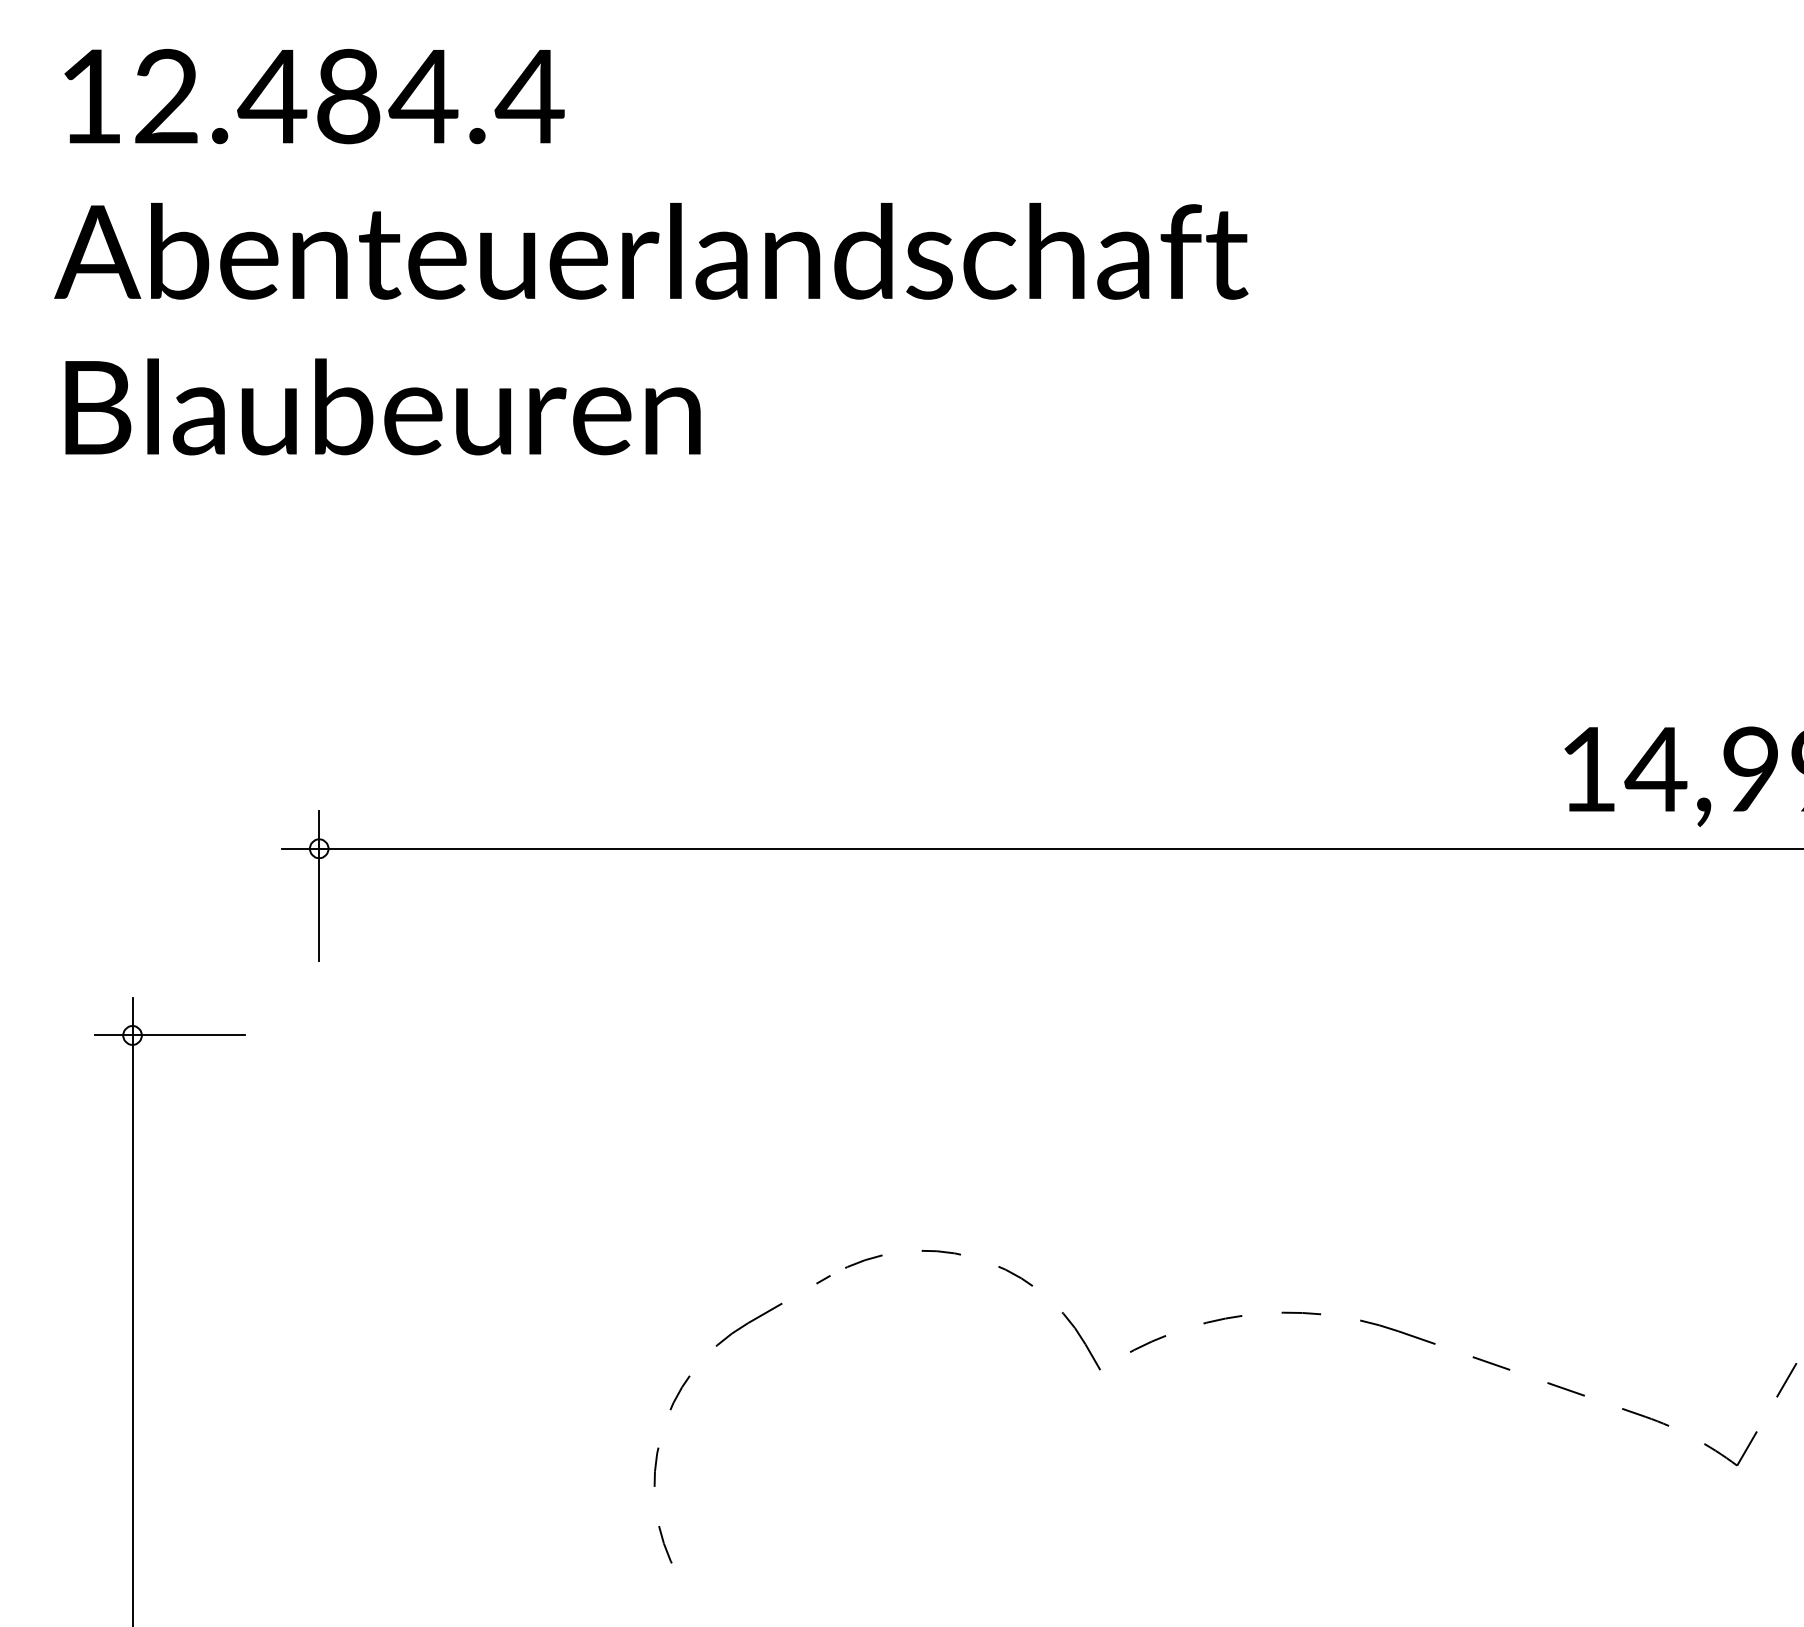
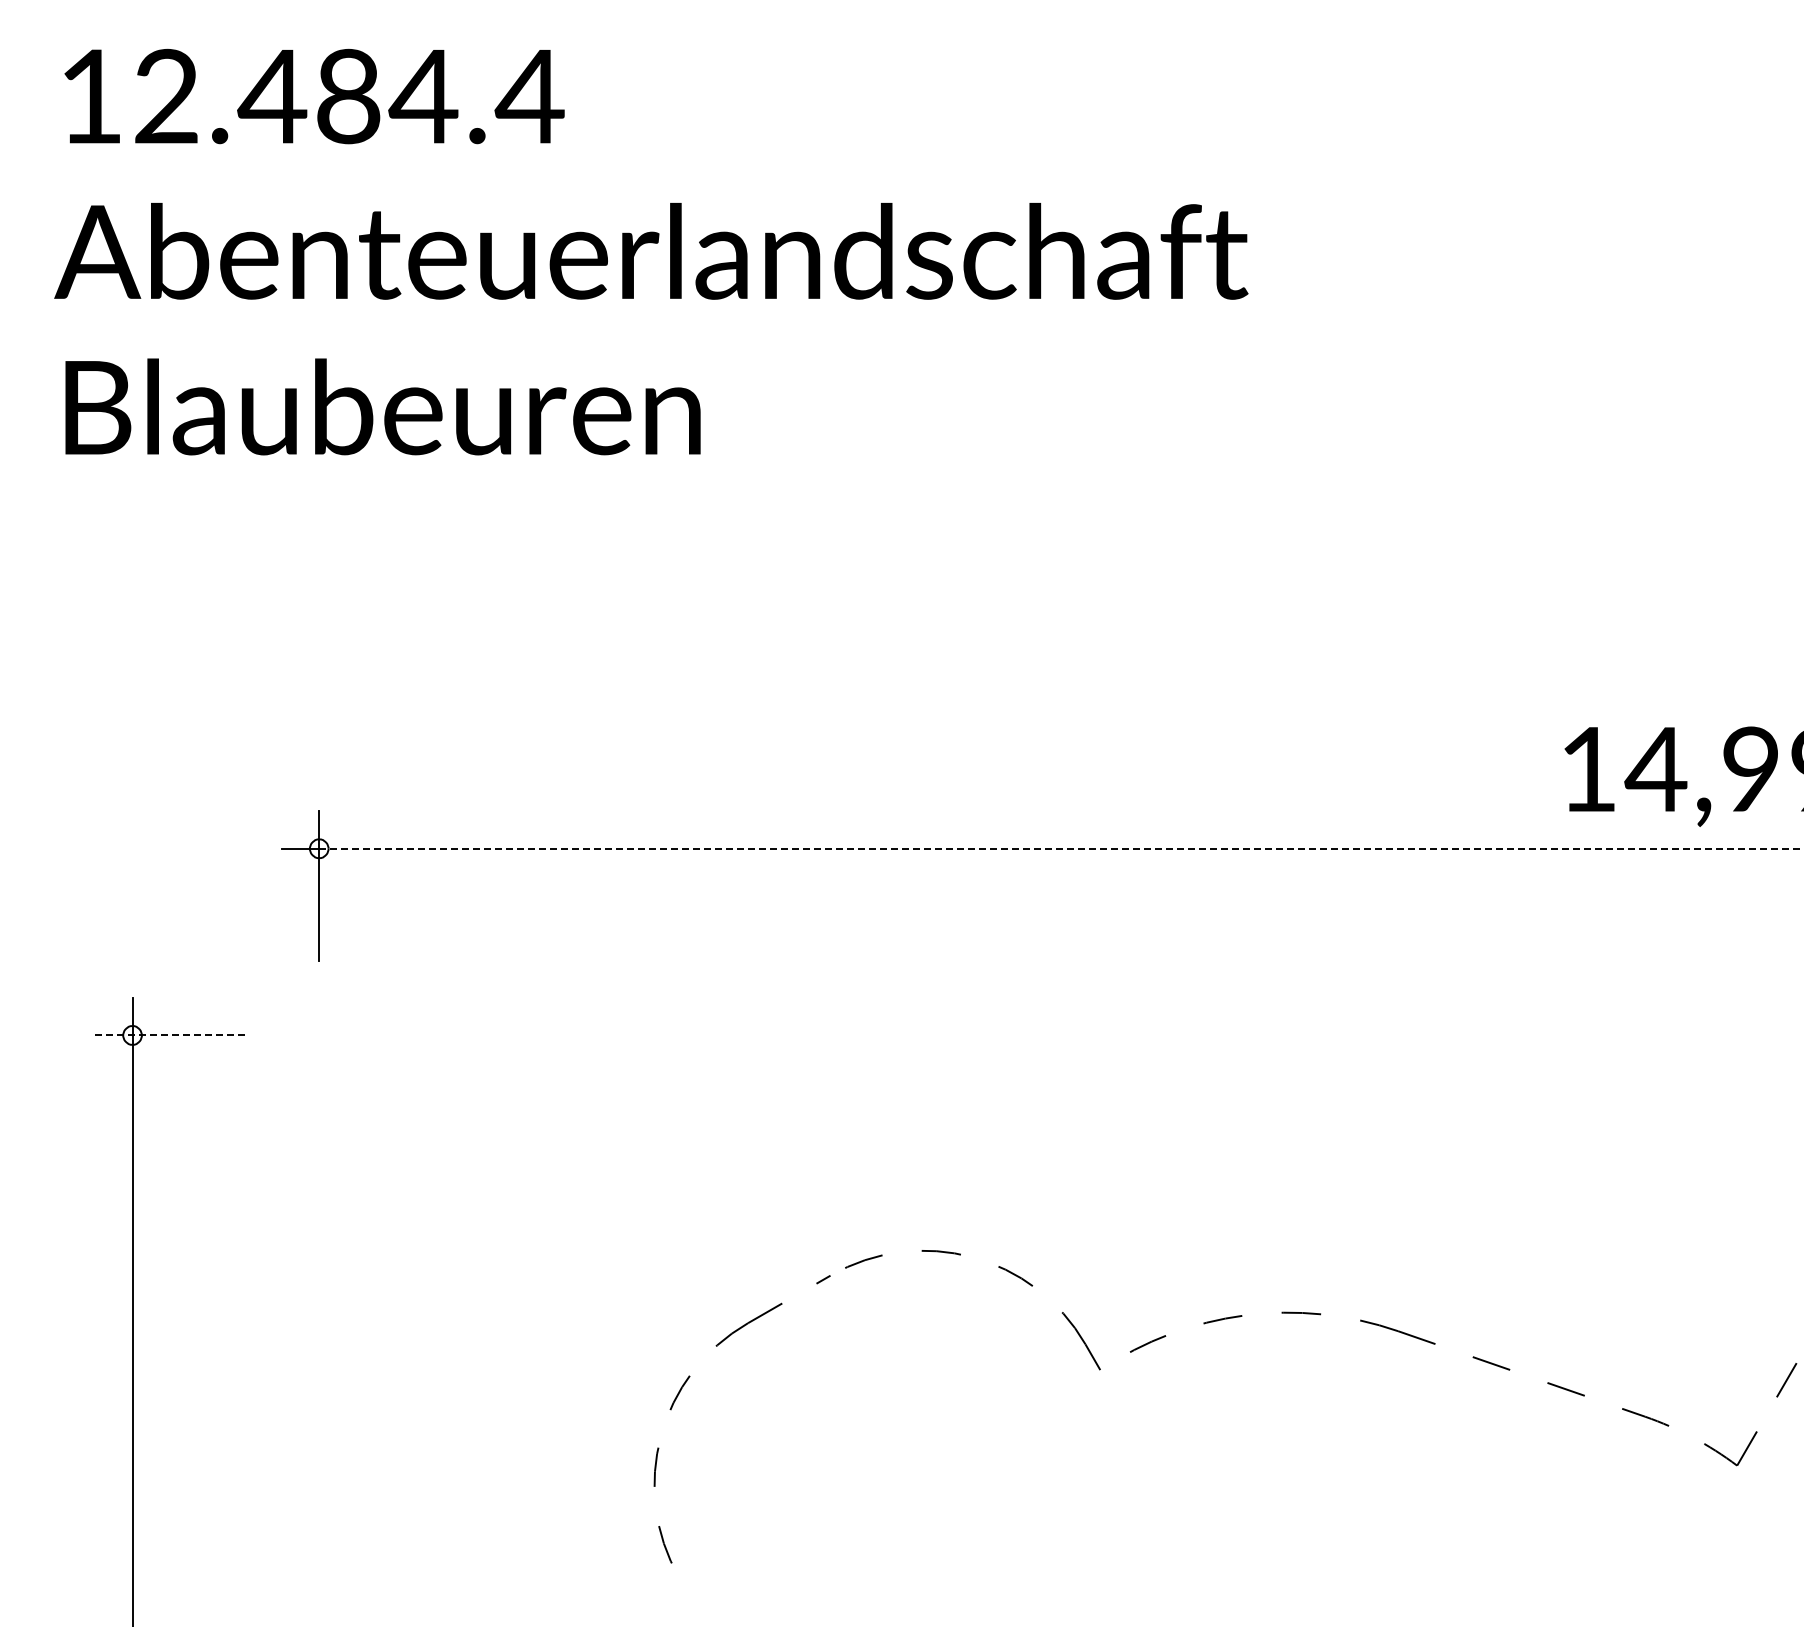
line at (1062, 848): solid -> dashed
line at (169, 1035): solid -> dashed
